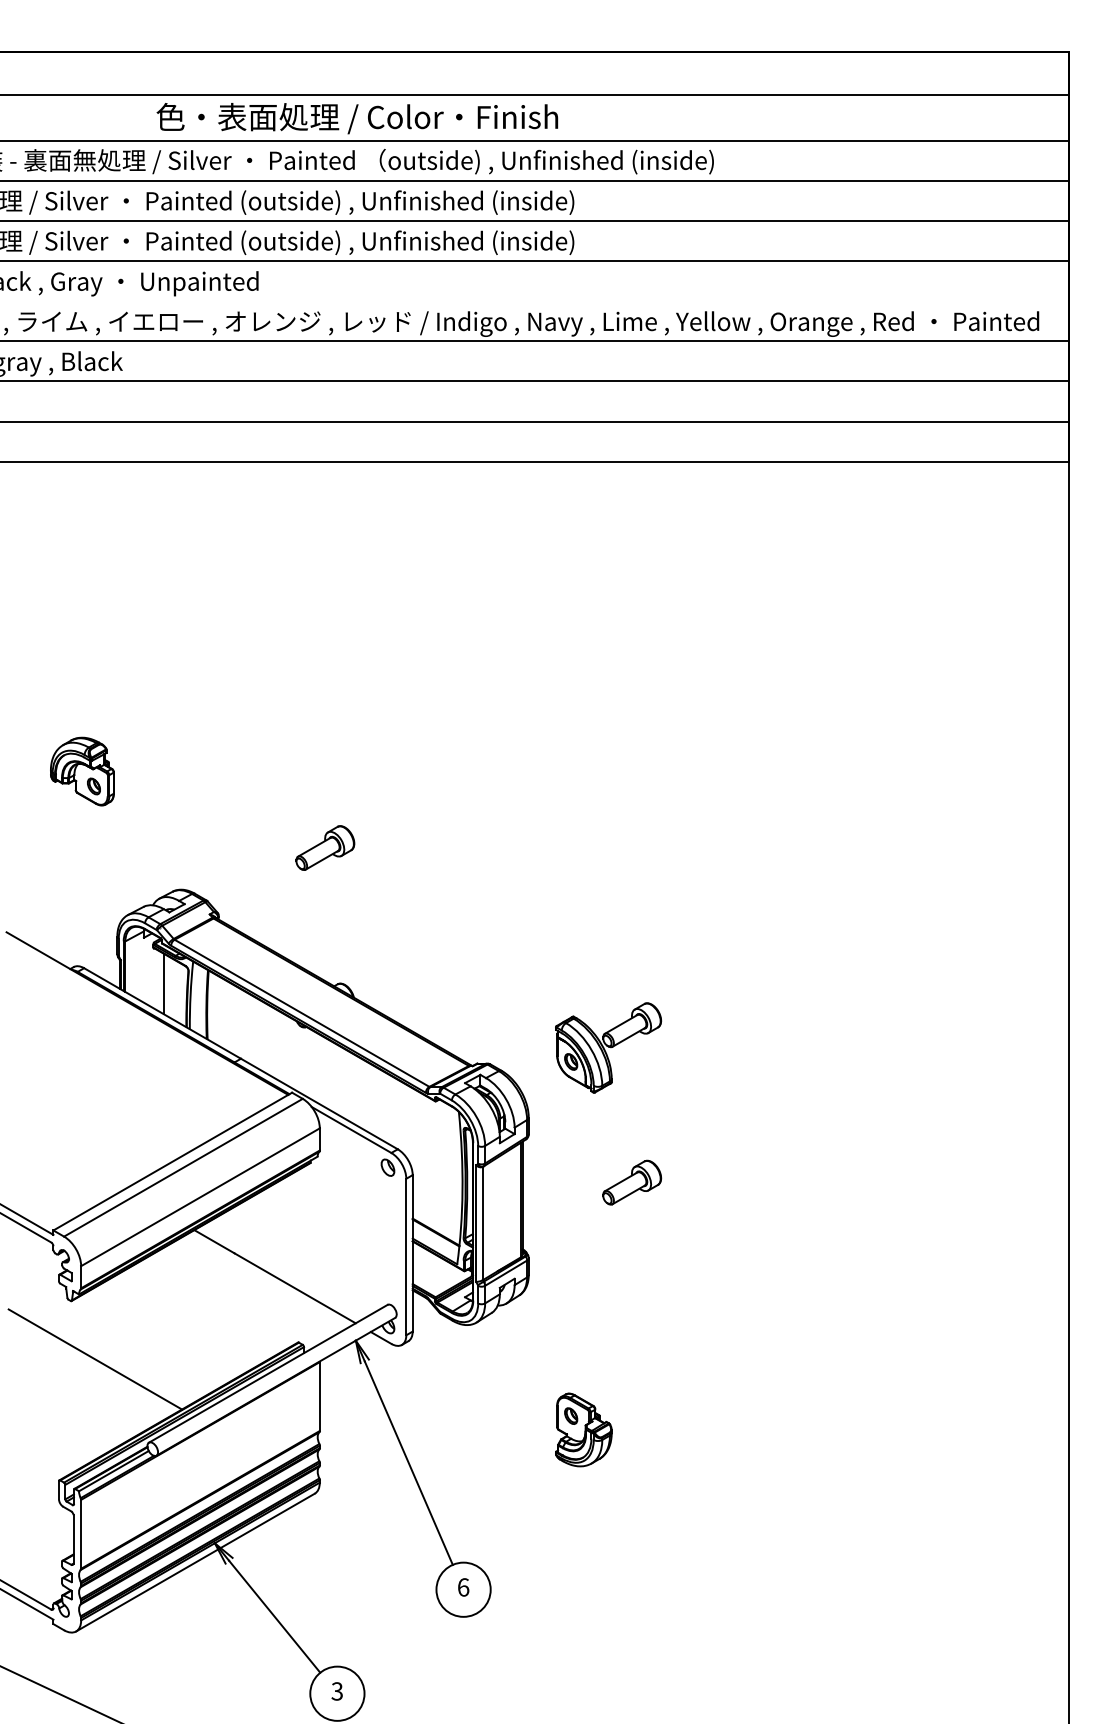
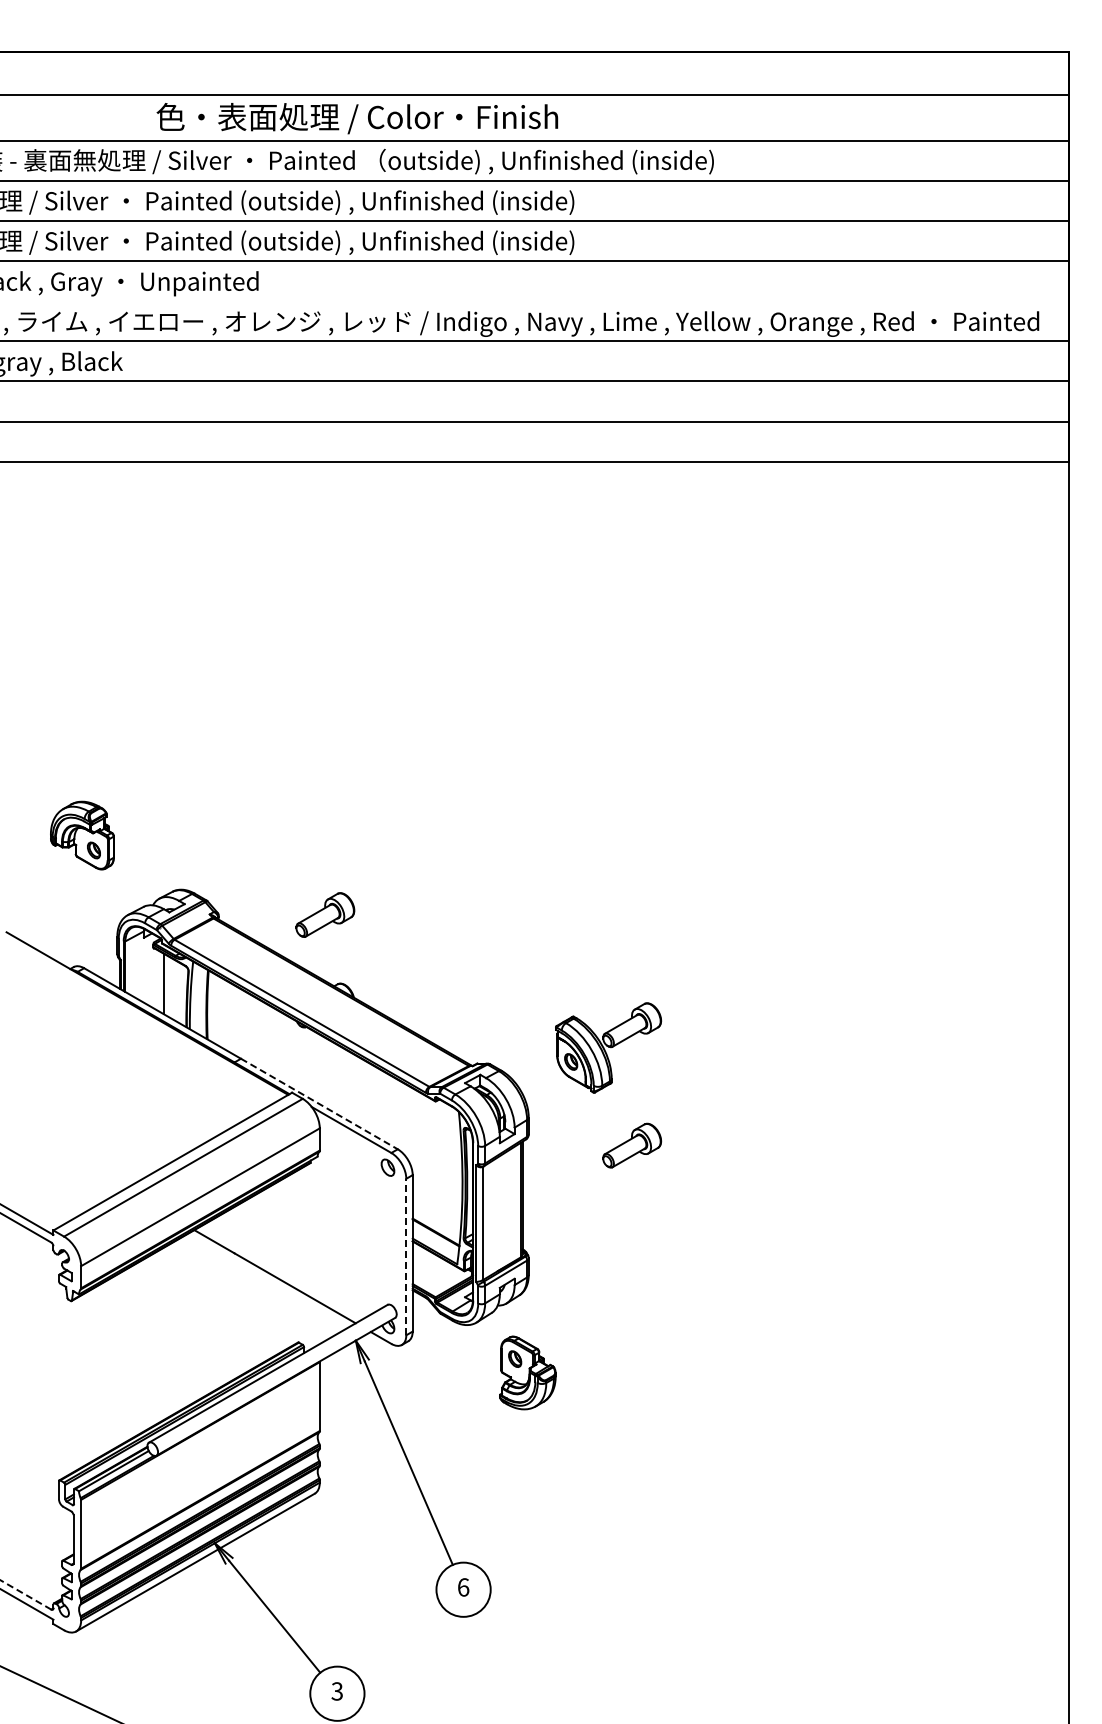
part at (82, 771) position: (82, 771) -> (82, 835)
part at (325, 847) position: (325, 847) -> (325, 914)
line at (319, 1104): solid -> dashed
part at (632, 1182) position: (632, 1182) -> (632, 1145)
line at (406, 1256): solid -> dashed
line at (95, 1359): present -> none
part at (583, 1429) position: (583, 1429) -> (527, 1372)
line at (25, 1594): solid -> dashed
